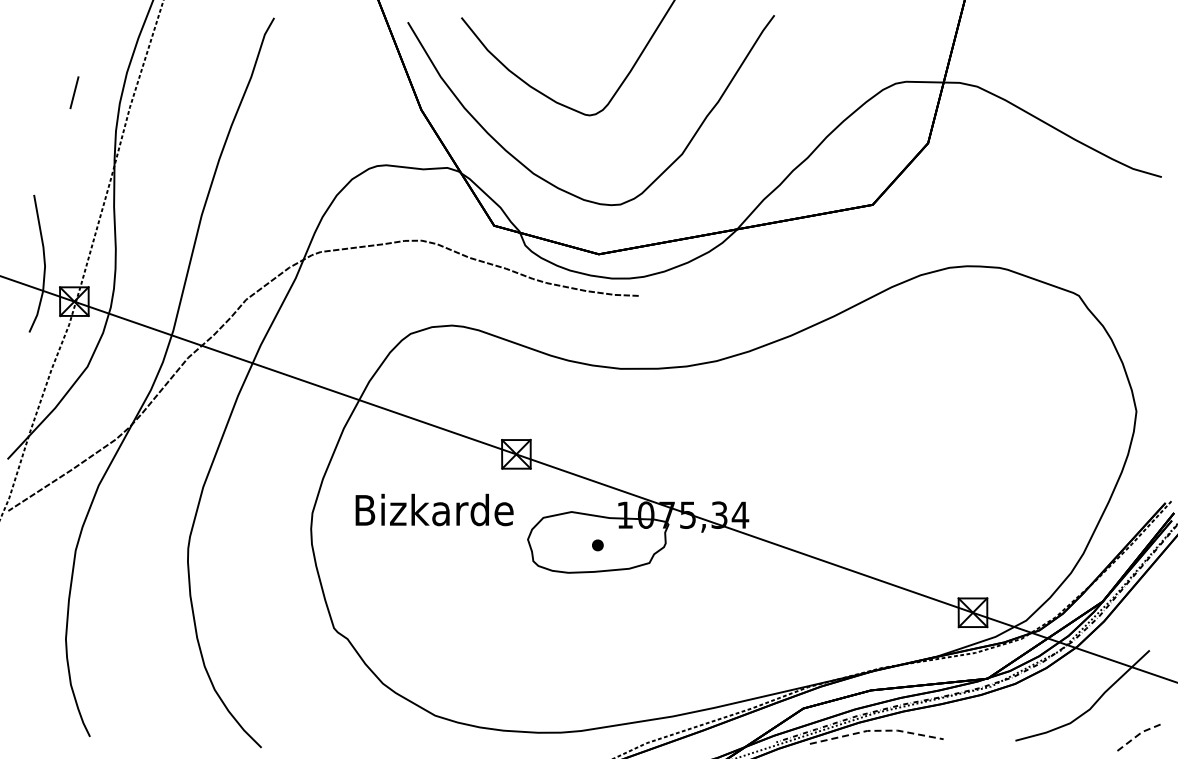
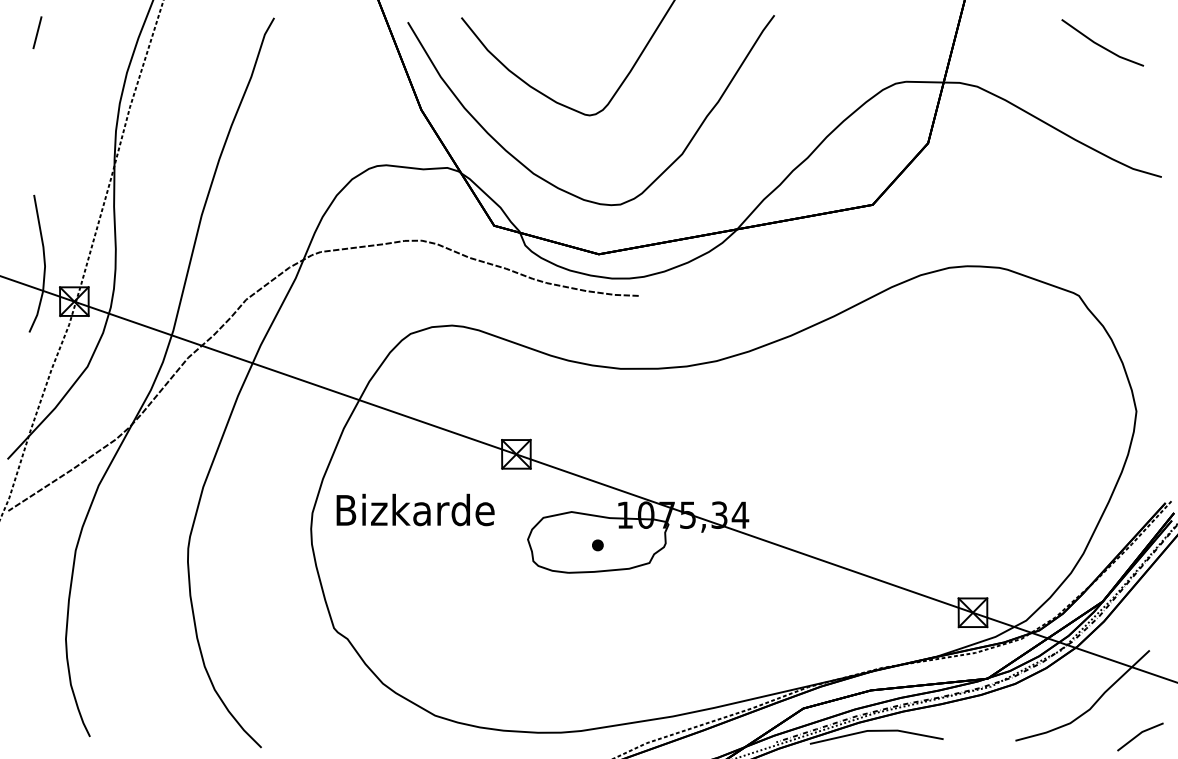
line at (1100, 44): none -> present
line at (74, 92) position: (74, 92) -> (37, 32)
text at (434, 509) position: (434, 509) -> (415, 509)
line at (877, 730): dashed -> solid
line at (1139, 733): dashed -> solid
